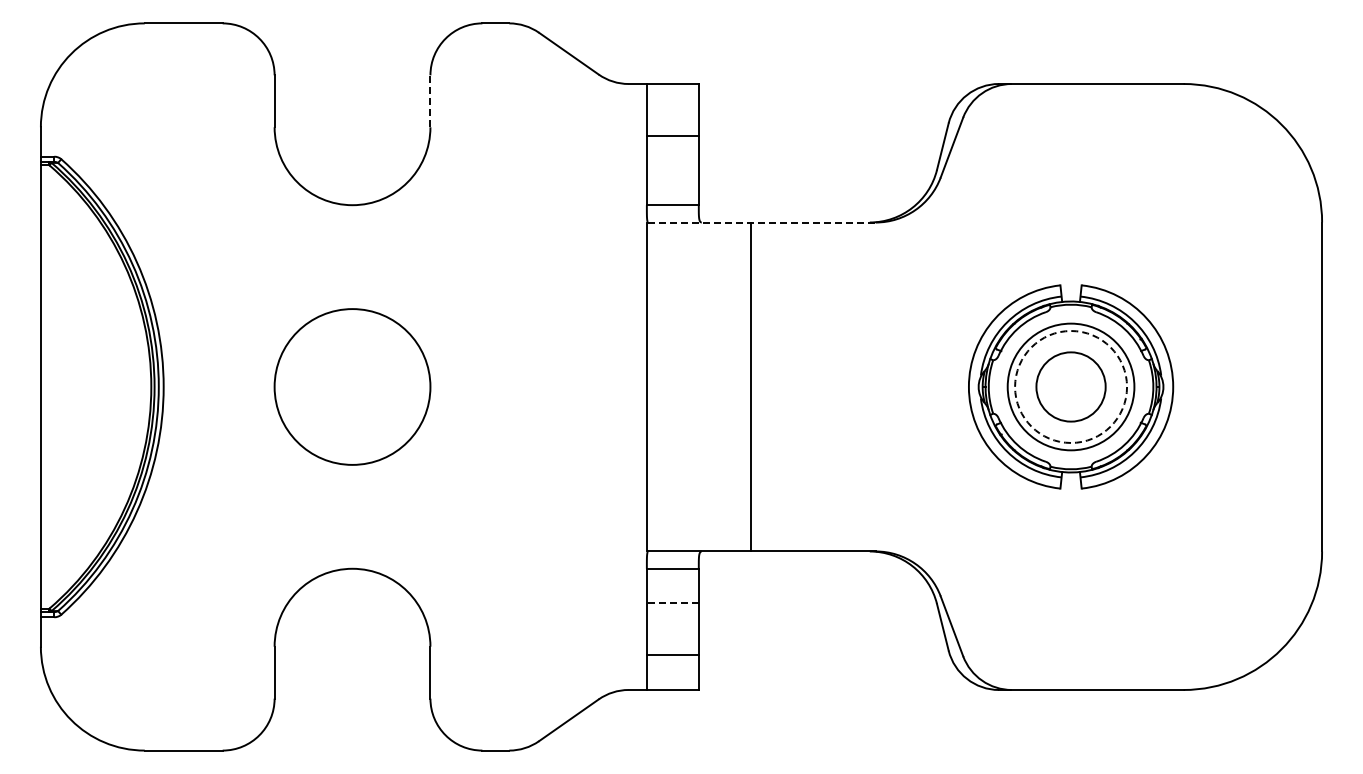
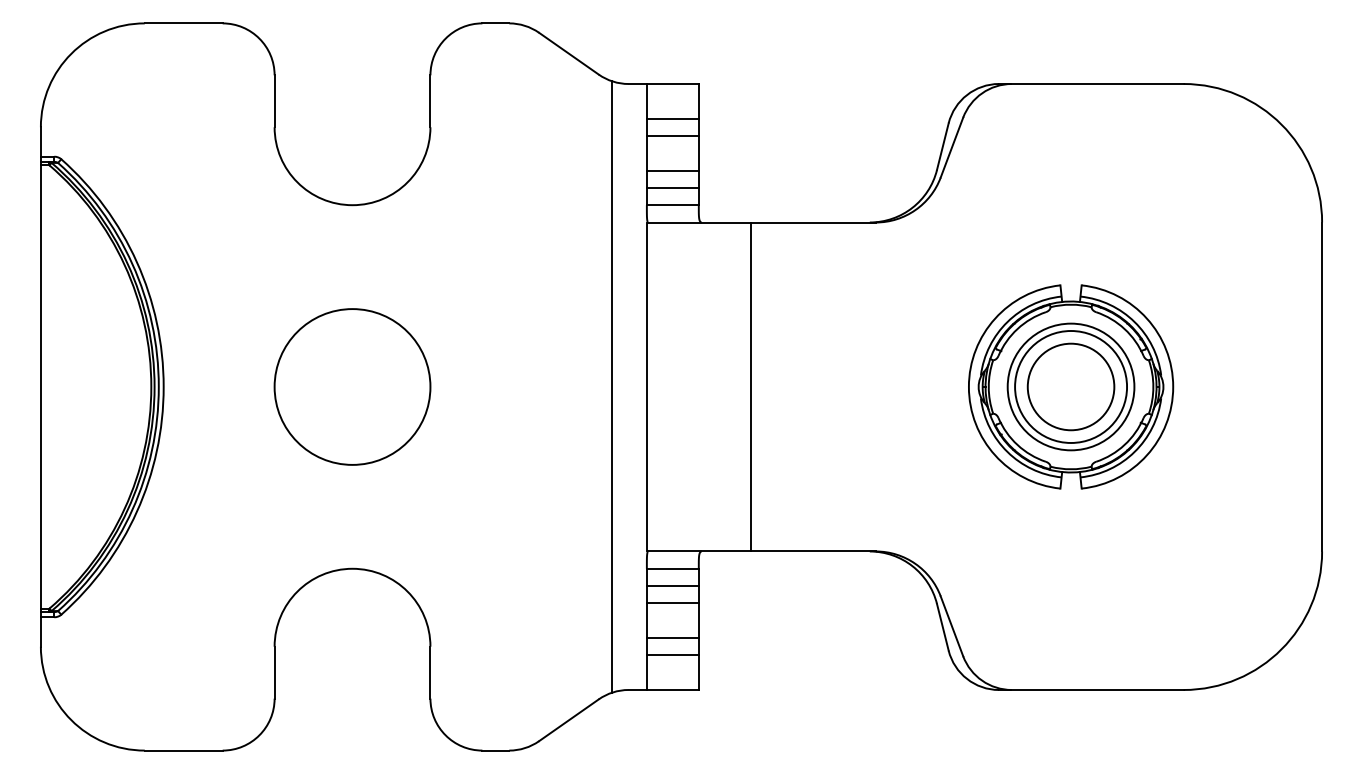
line at (430, 101): dashed -> solid
line at (672, 118): none -> present
line at (672, 170): none -> present
line at (672, 187): none -> present
line at (762, 222): dashed -> solid
line at (612, 386): none -> present
circle at (1070, 386) diameter: 69 px -> 87 px
circle at (1071, 386): dashed -> solid
line at (672, 586): none -> present
line at (672, 603): dashed -> solid
line at (672, 638): none -> present
